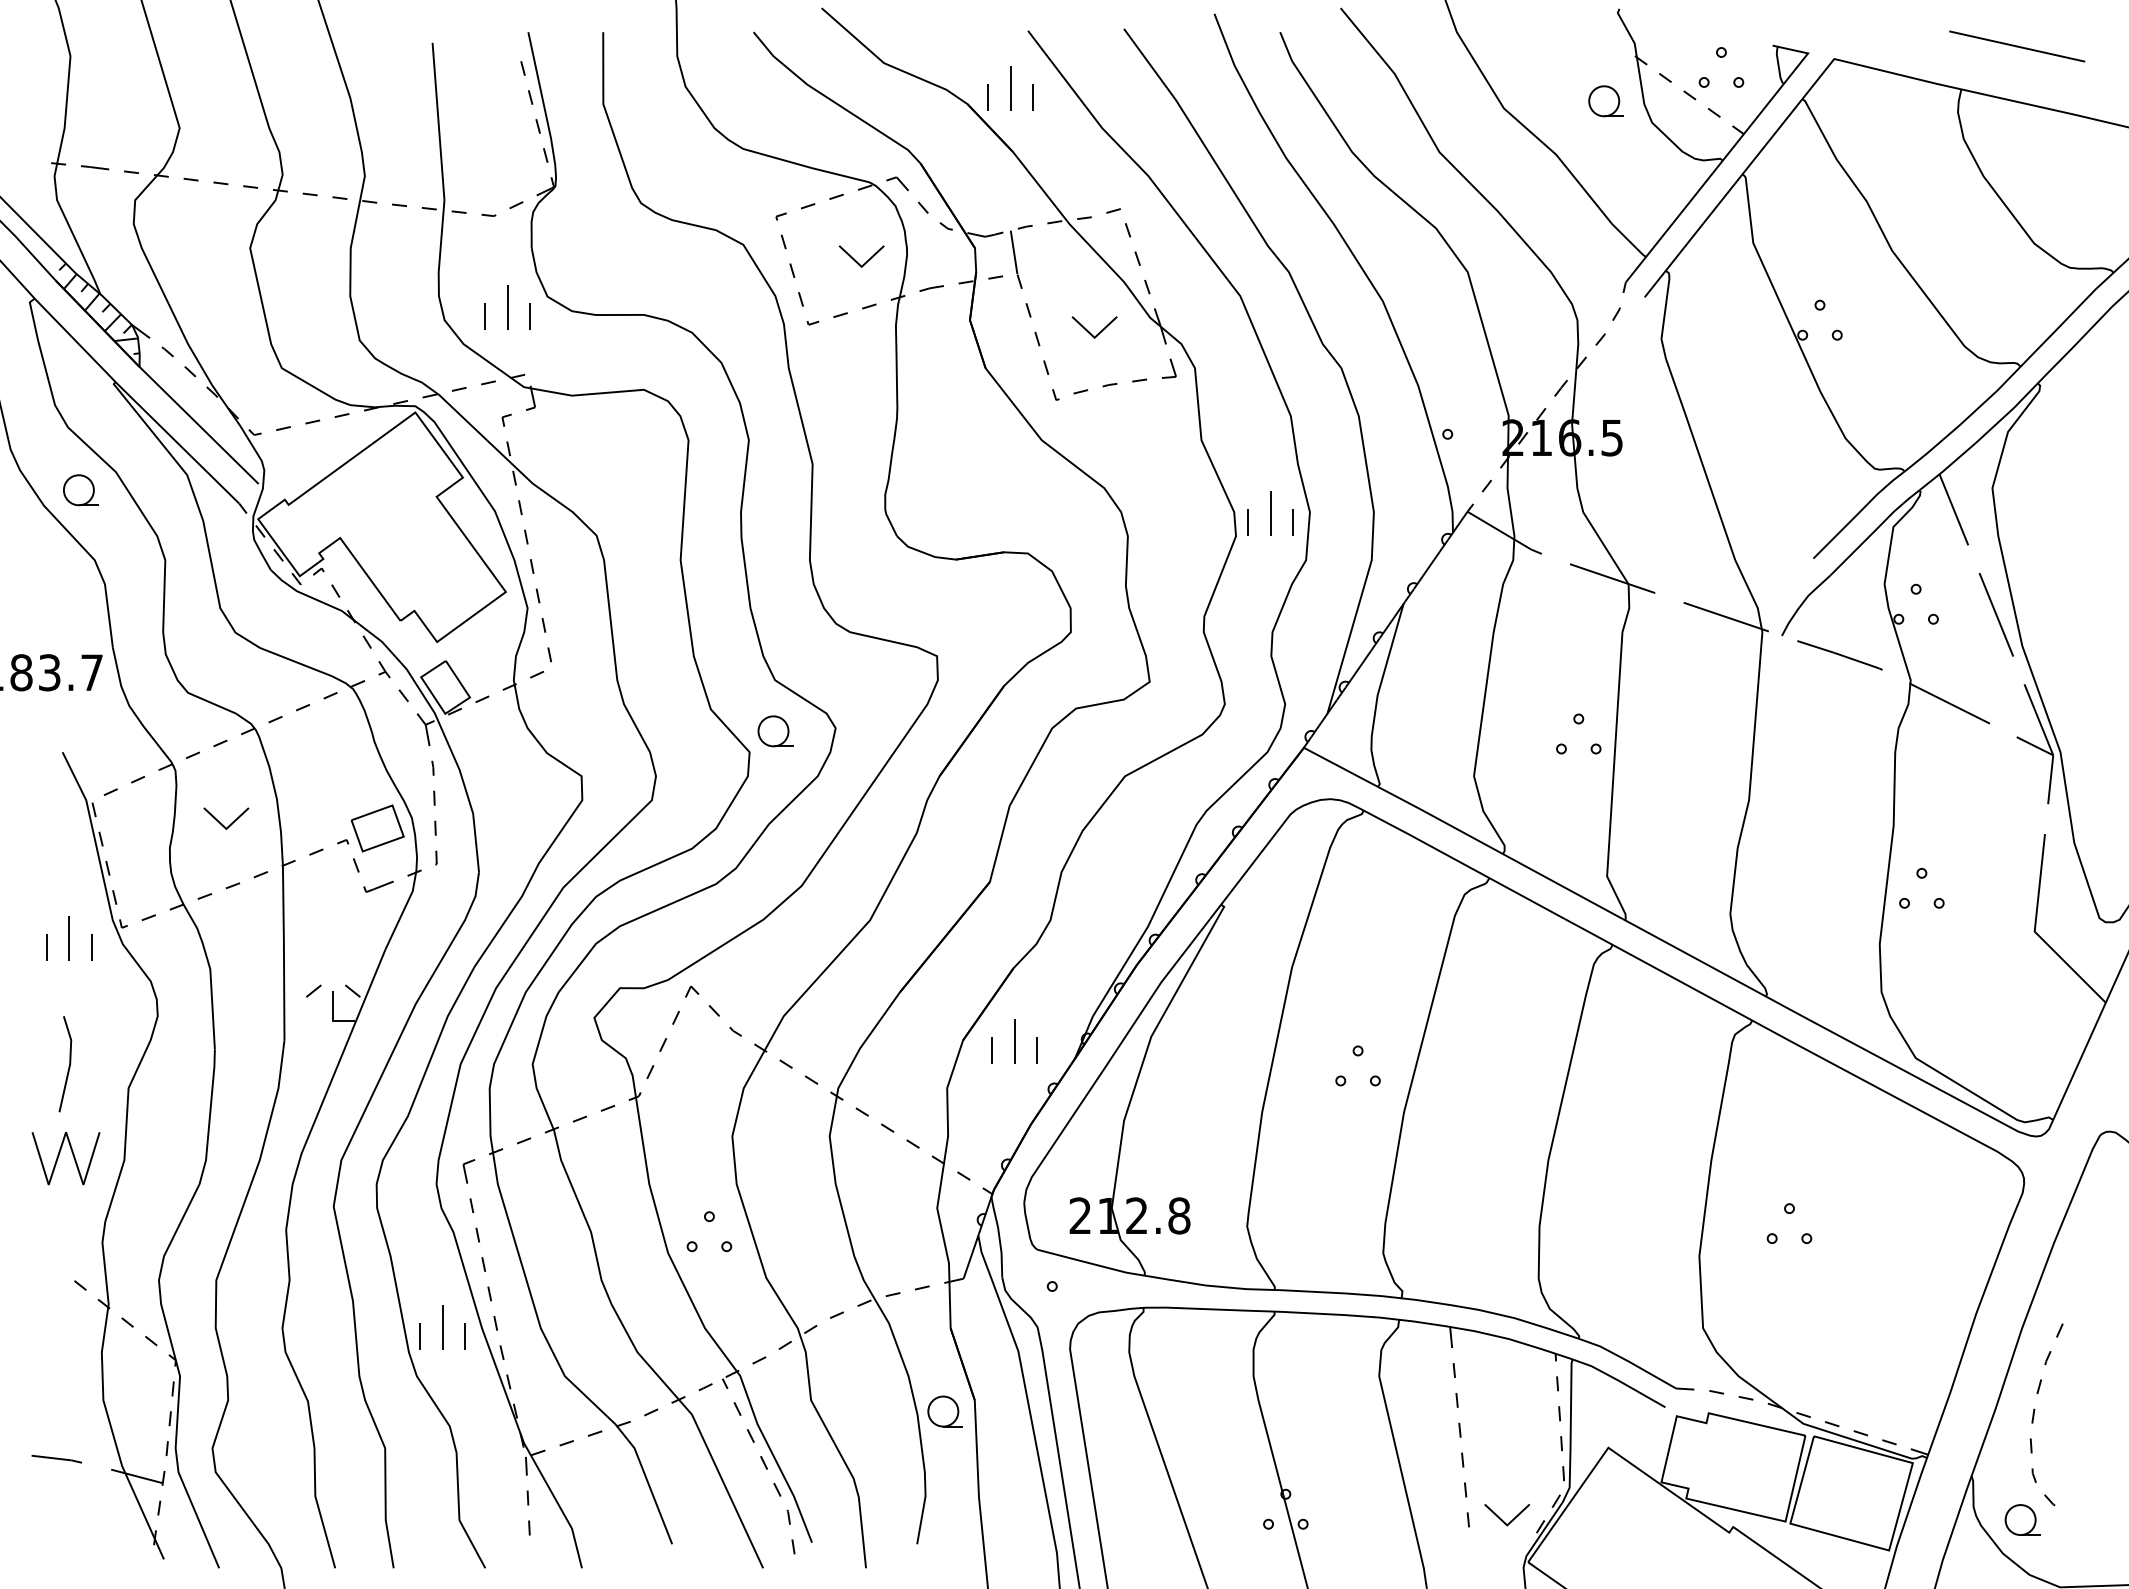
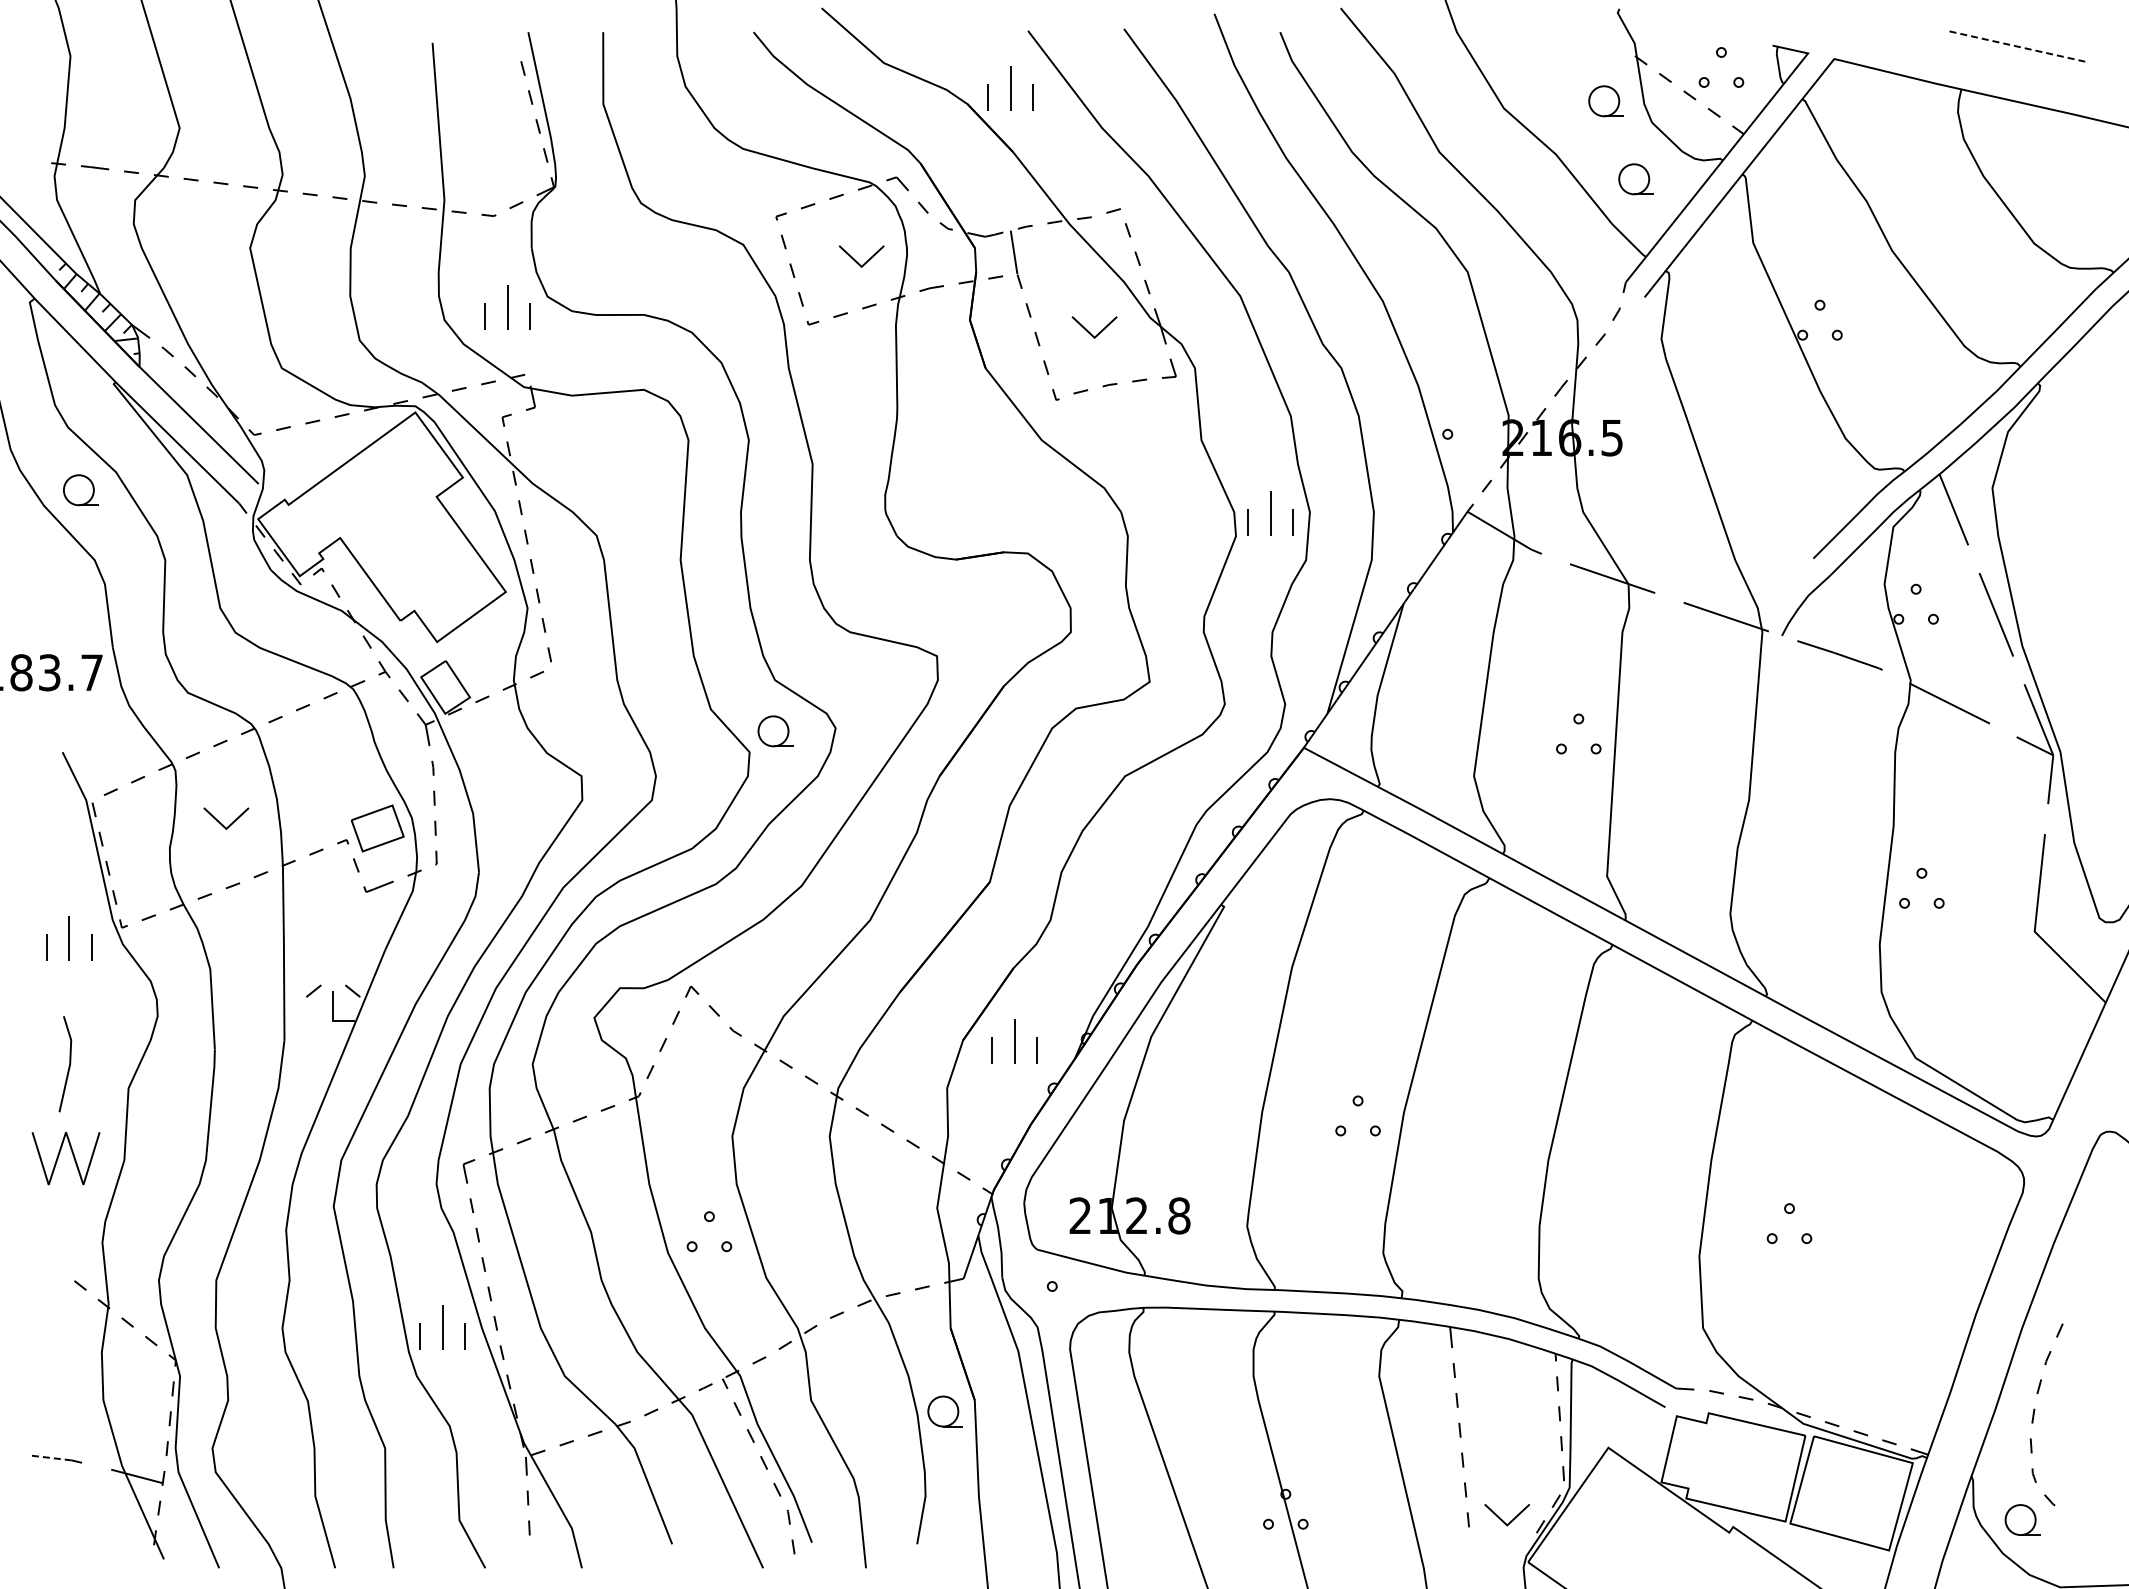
line at (2017, 46): solid -> dashed
part at (1635, 179): none -> present
part at (1357, 1056) position: (1357, 1056) -> (1357, 1106)
line at (51, 1458): solid -> dashed
